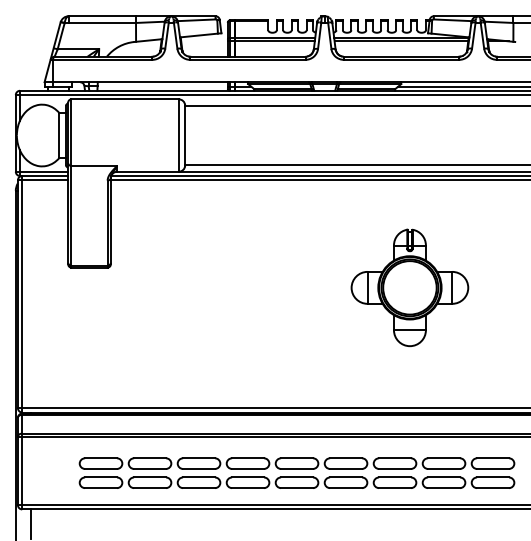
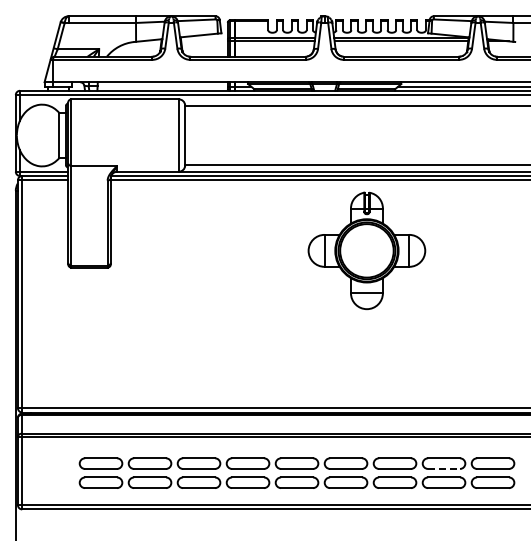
part at (409, 287) position: (409, 287) -> (366, 250)
line at (444, 468): solid -> dashed
line at (30, 523): present -> none
